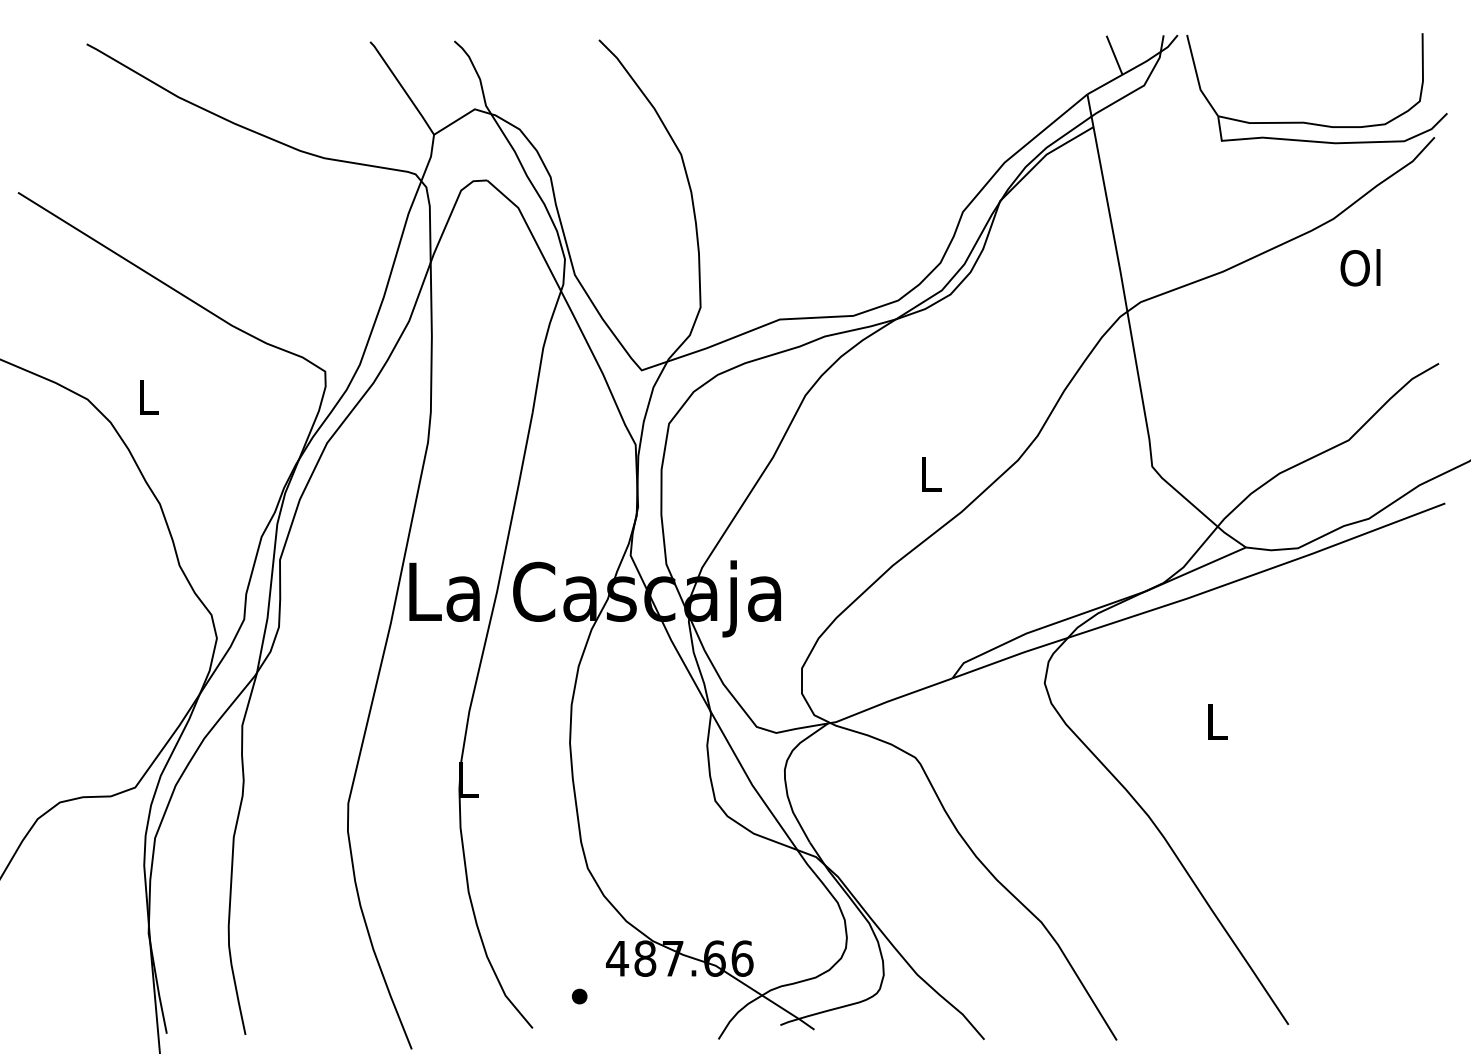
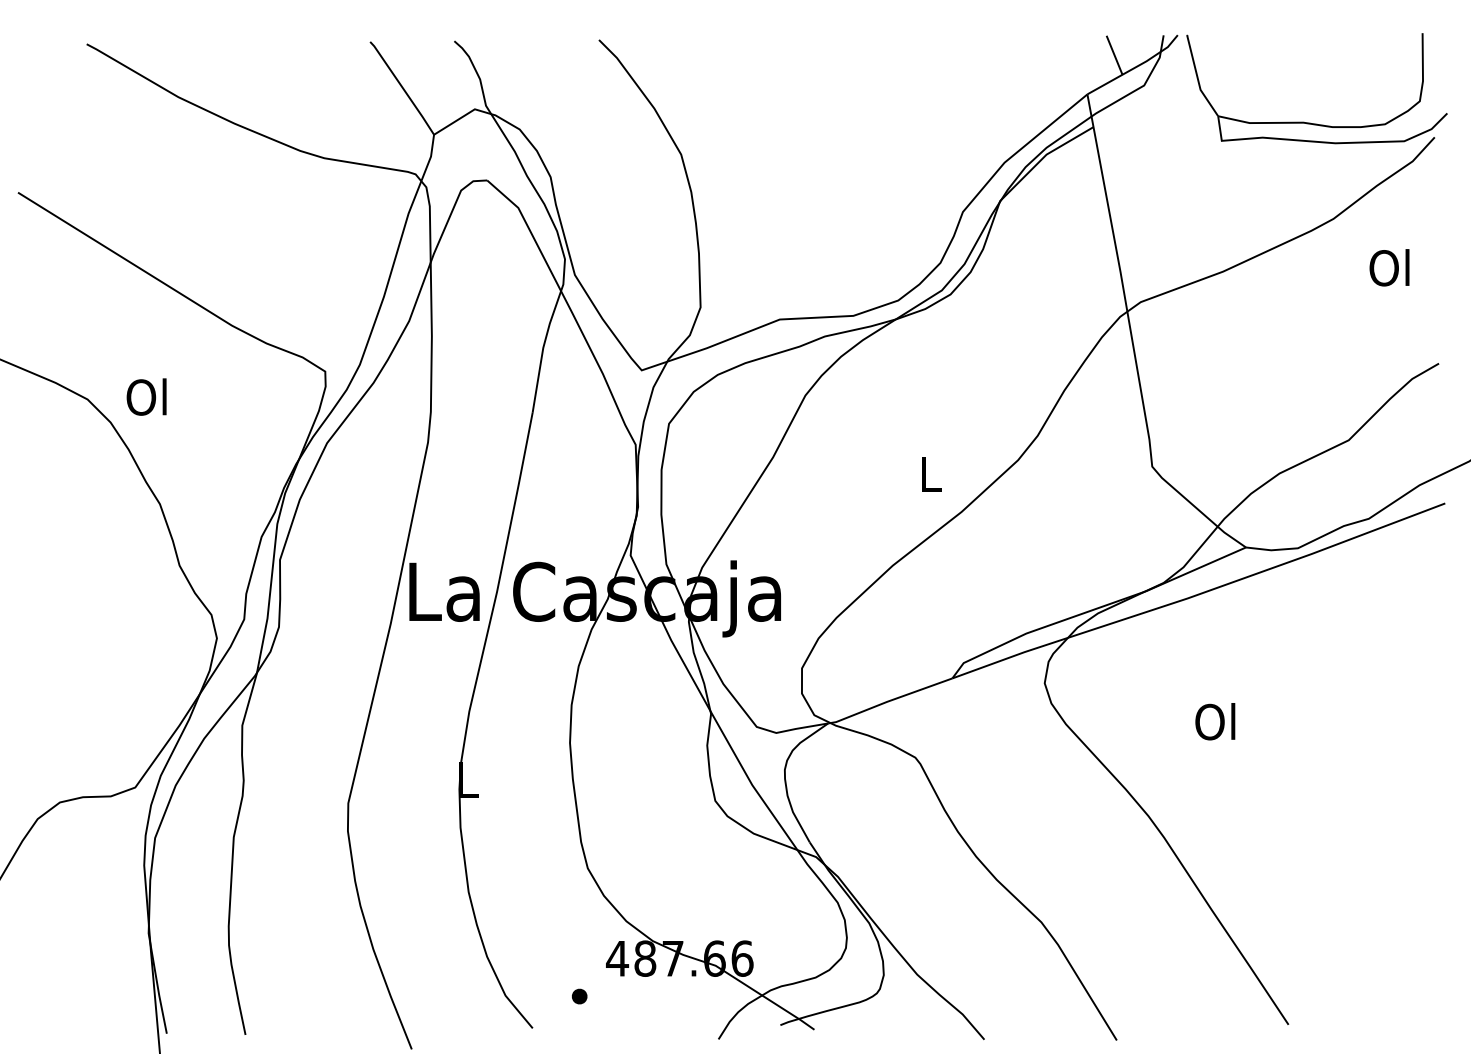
text at (1360, 267) position: (1360, 267) -> (1389, 267)
text at (146, 396): L -> Ol
text at (1215, 721): L -> Ol
